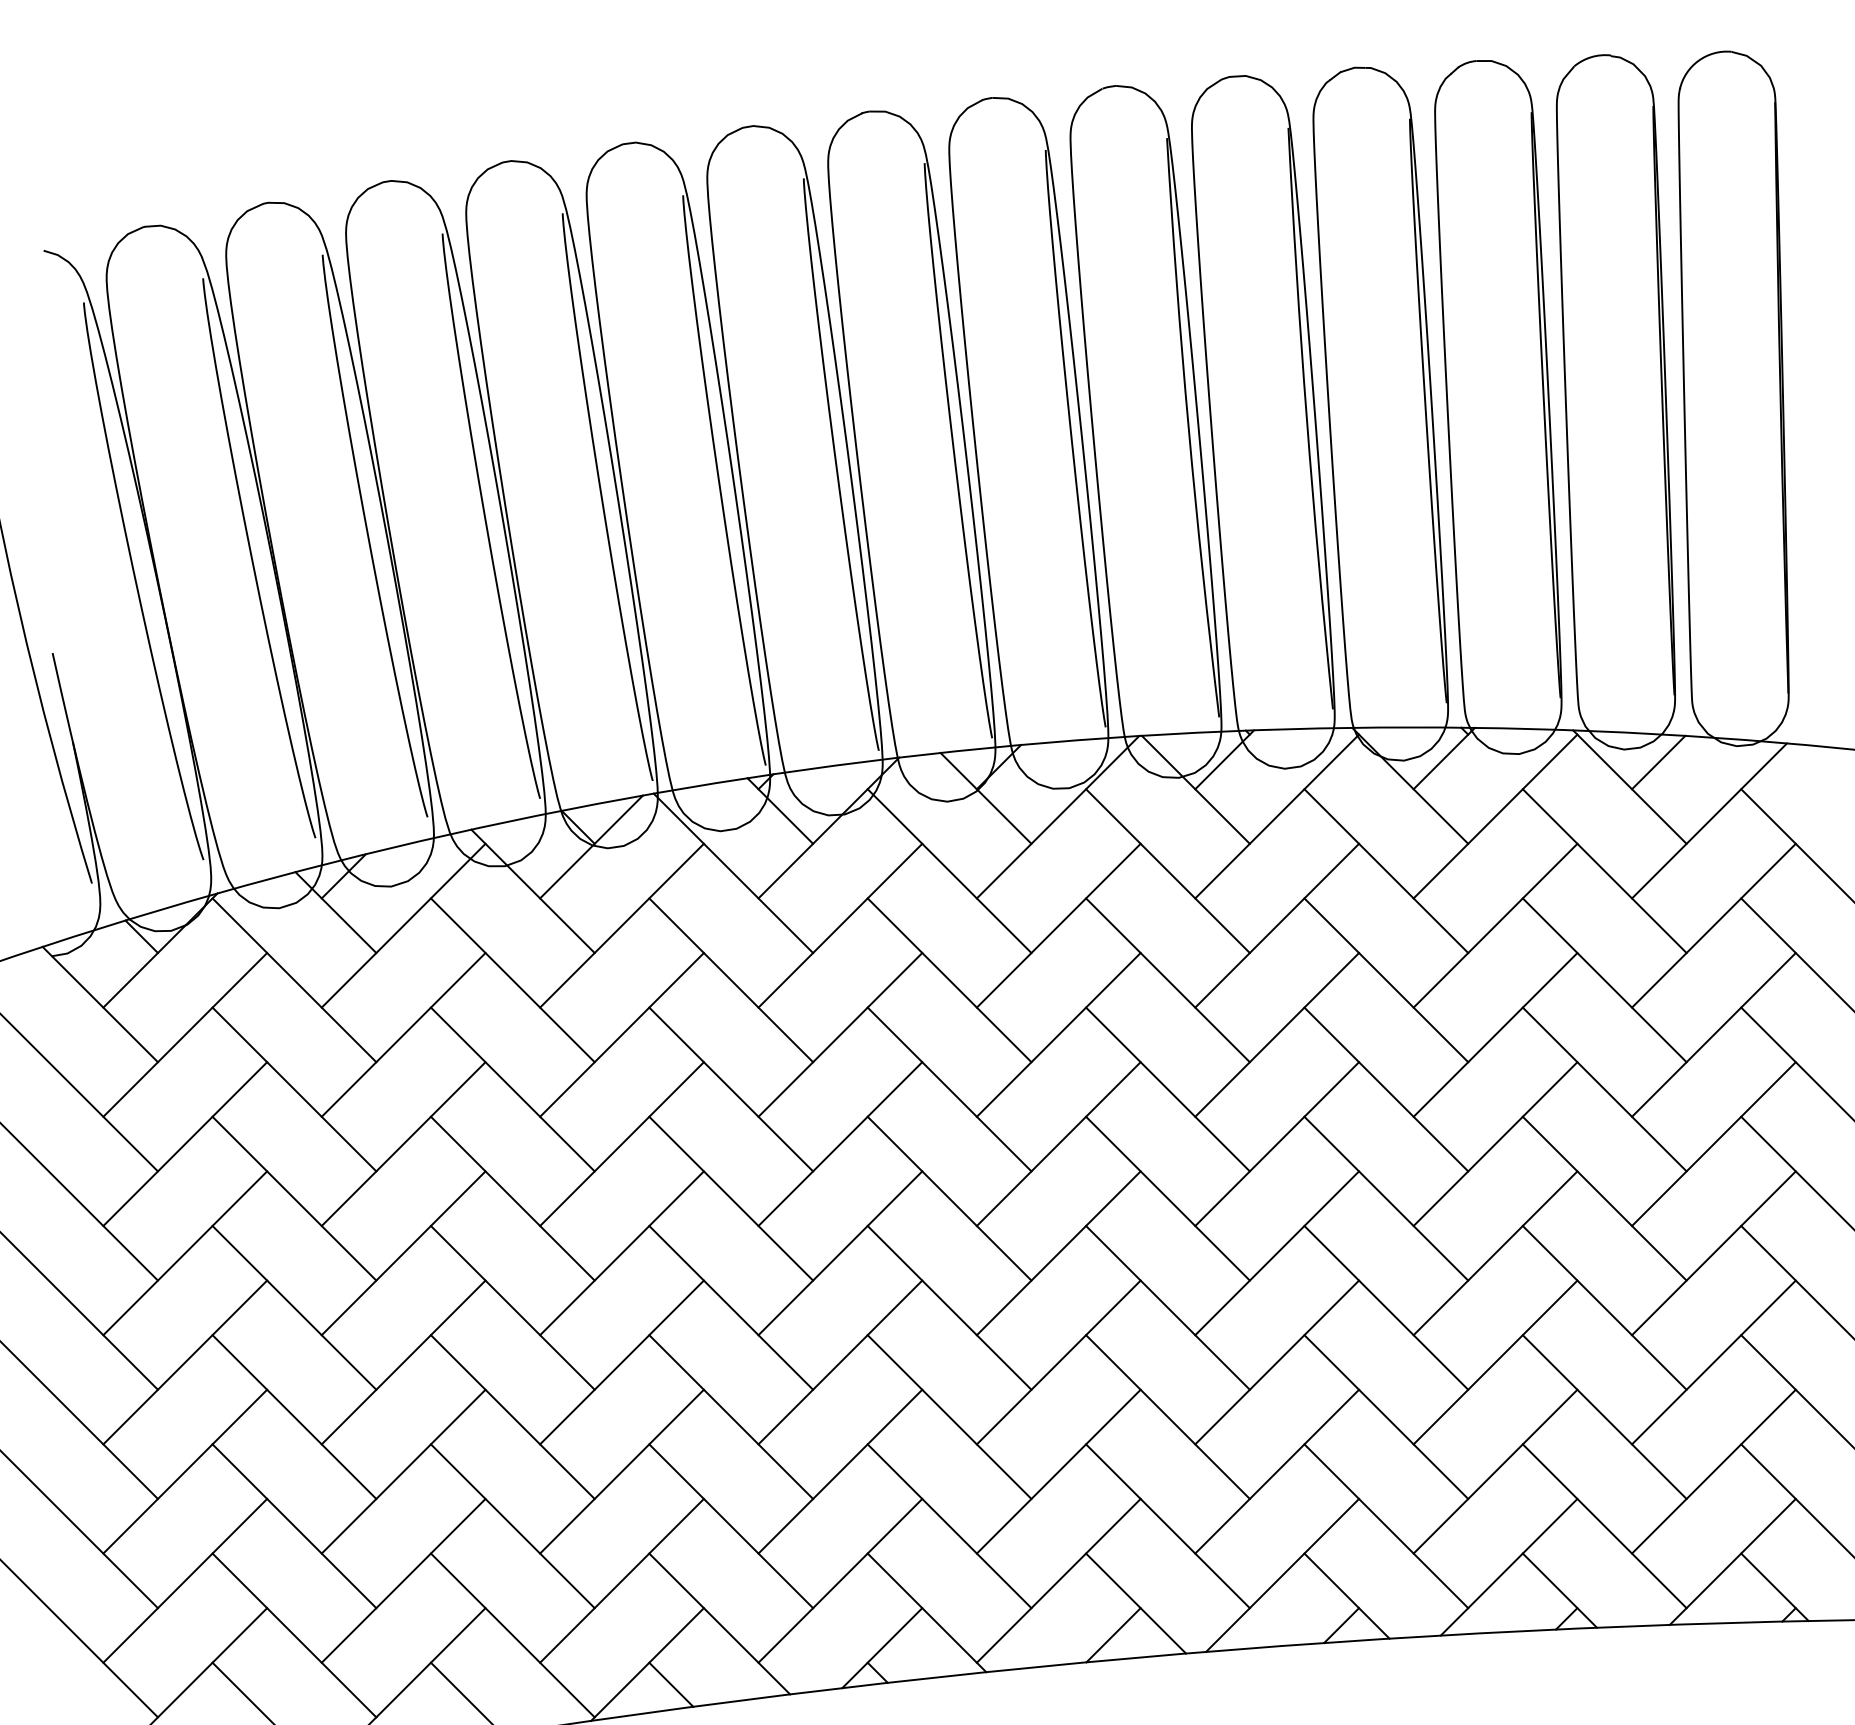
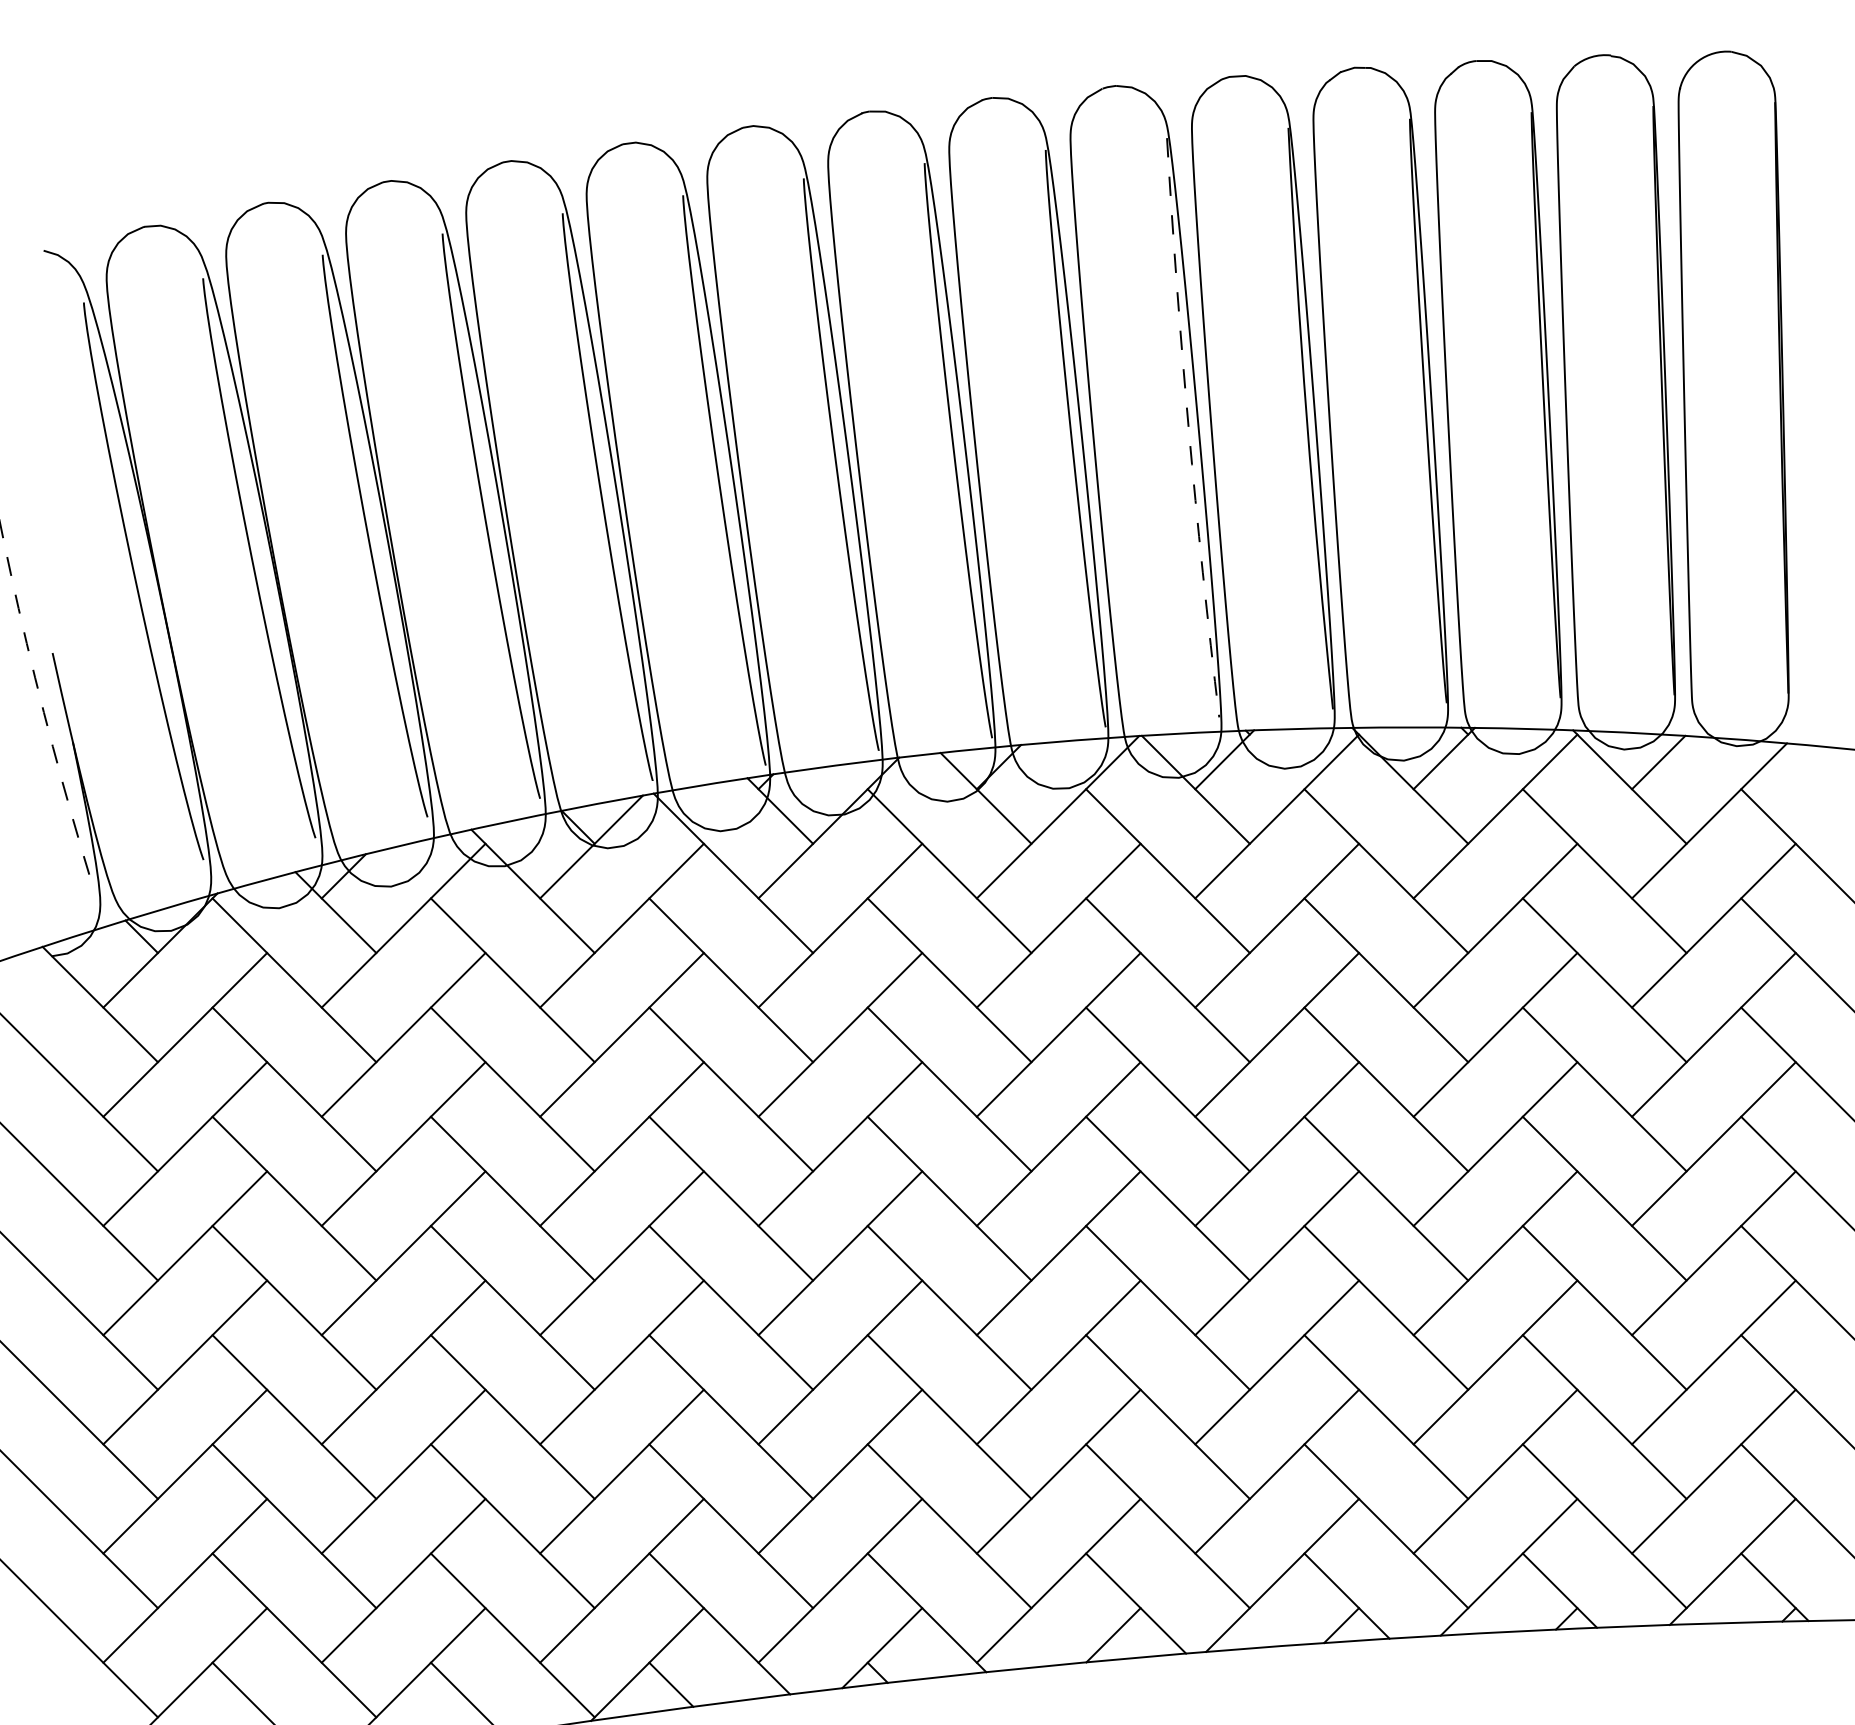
arc at (1188, 428): solid -> dashed
arc at (41, 704): solid -> dashed
